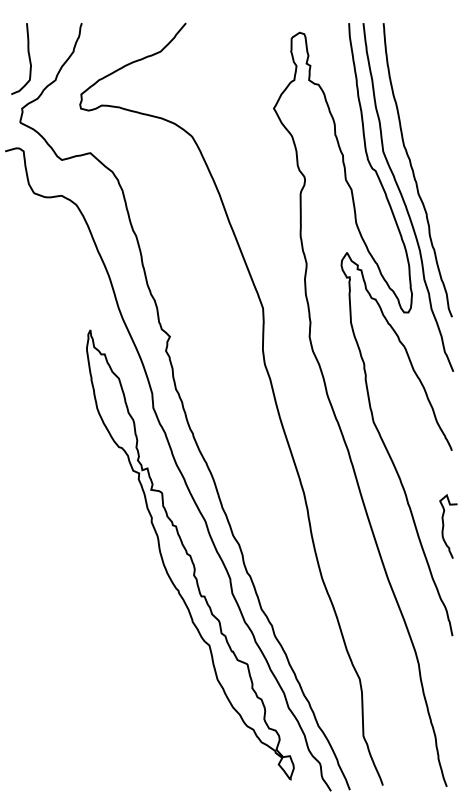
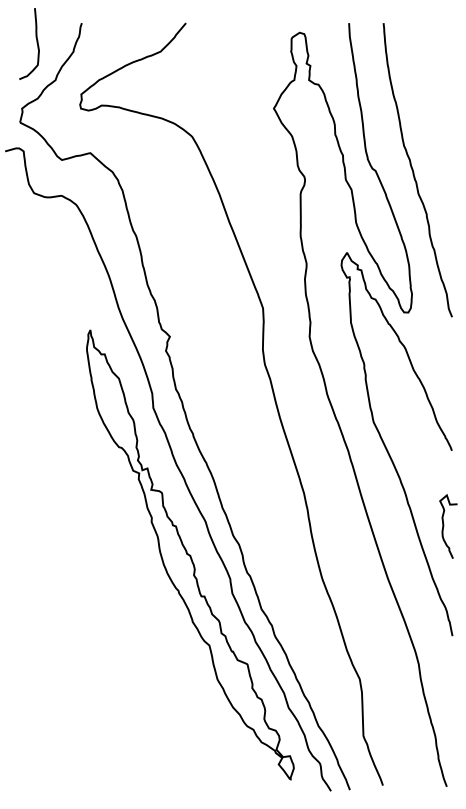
curve at (28, 58) position: (28, 58) -> (36, 43)
curve at (404, 199): present -> none
